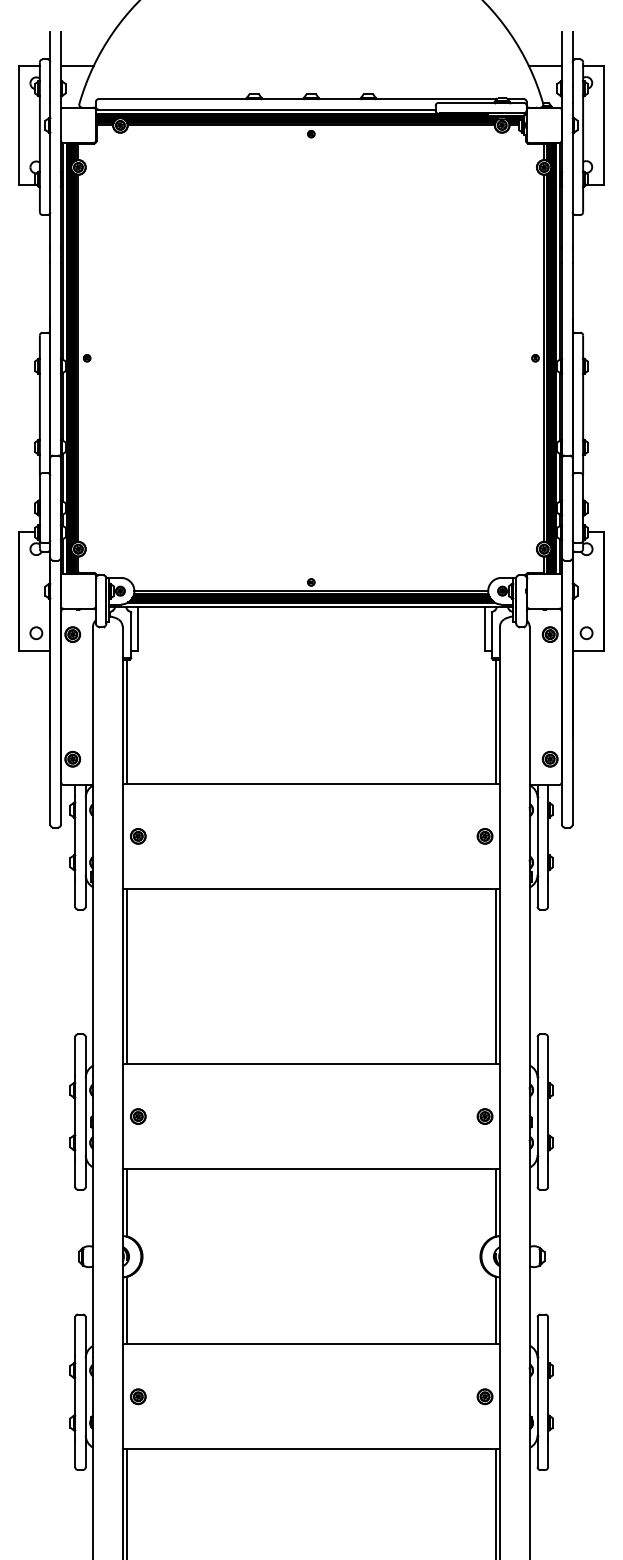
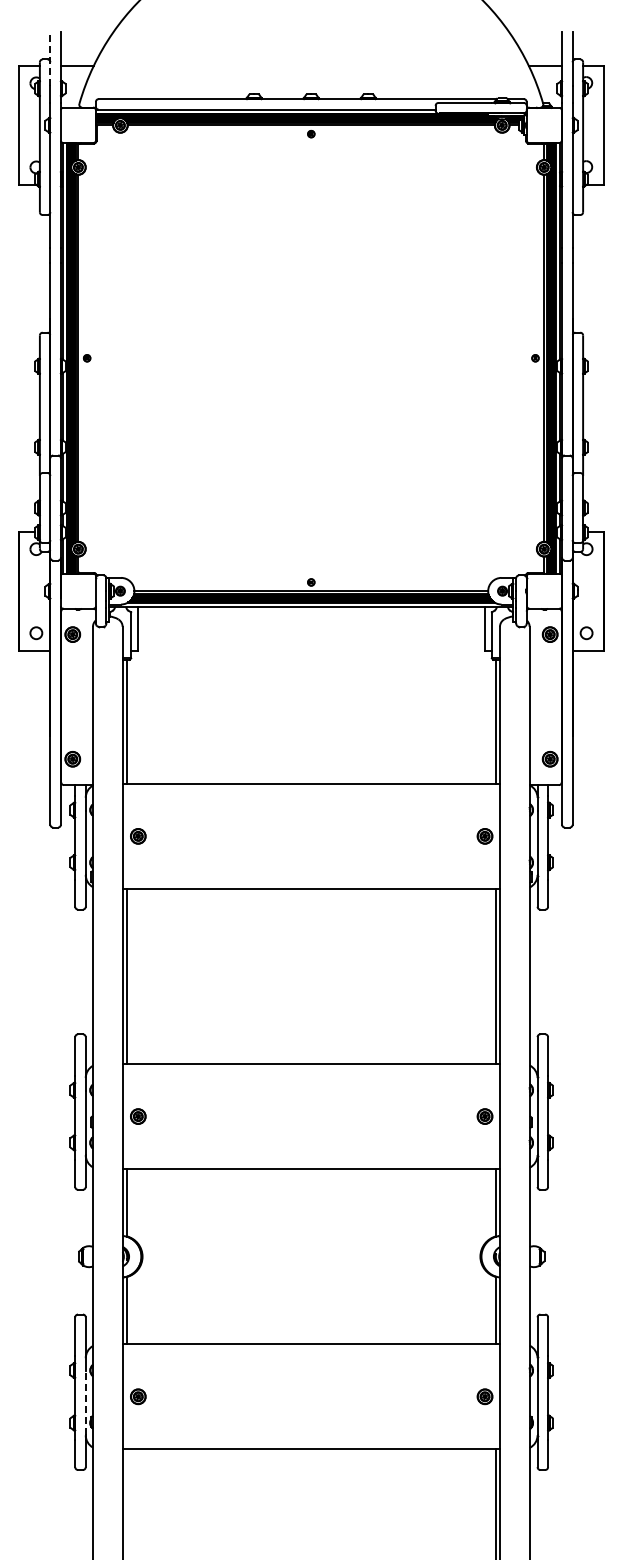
line at (50, 58): solid -> dashed
line at (85, 1402): solid -> dashed
line at (126, 1502): present -> none
